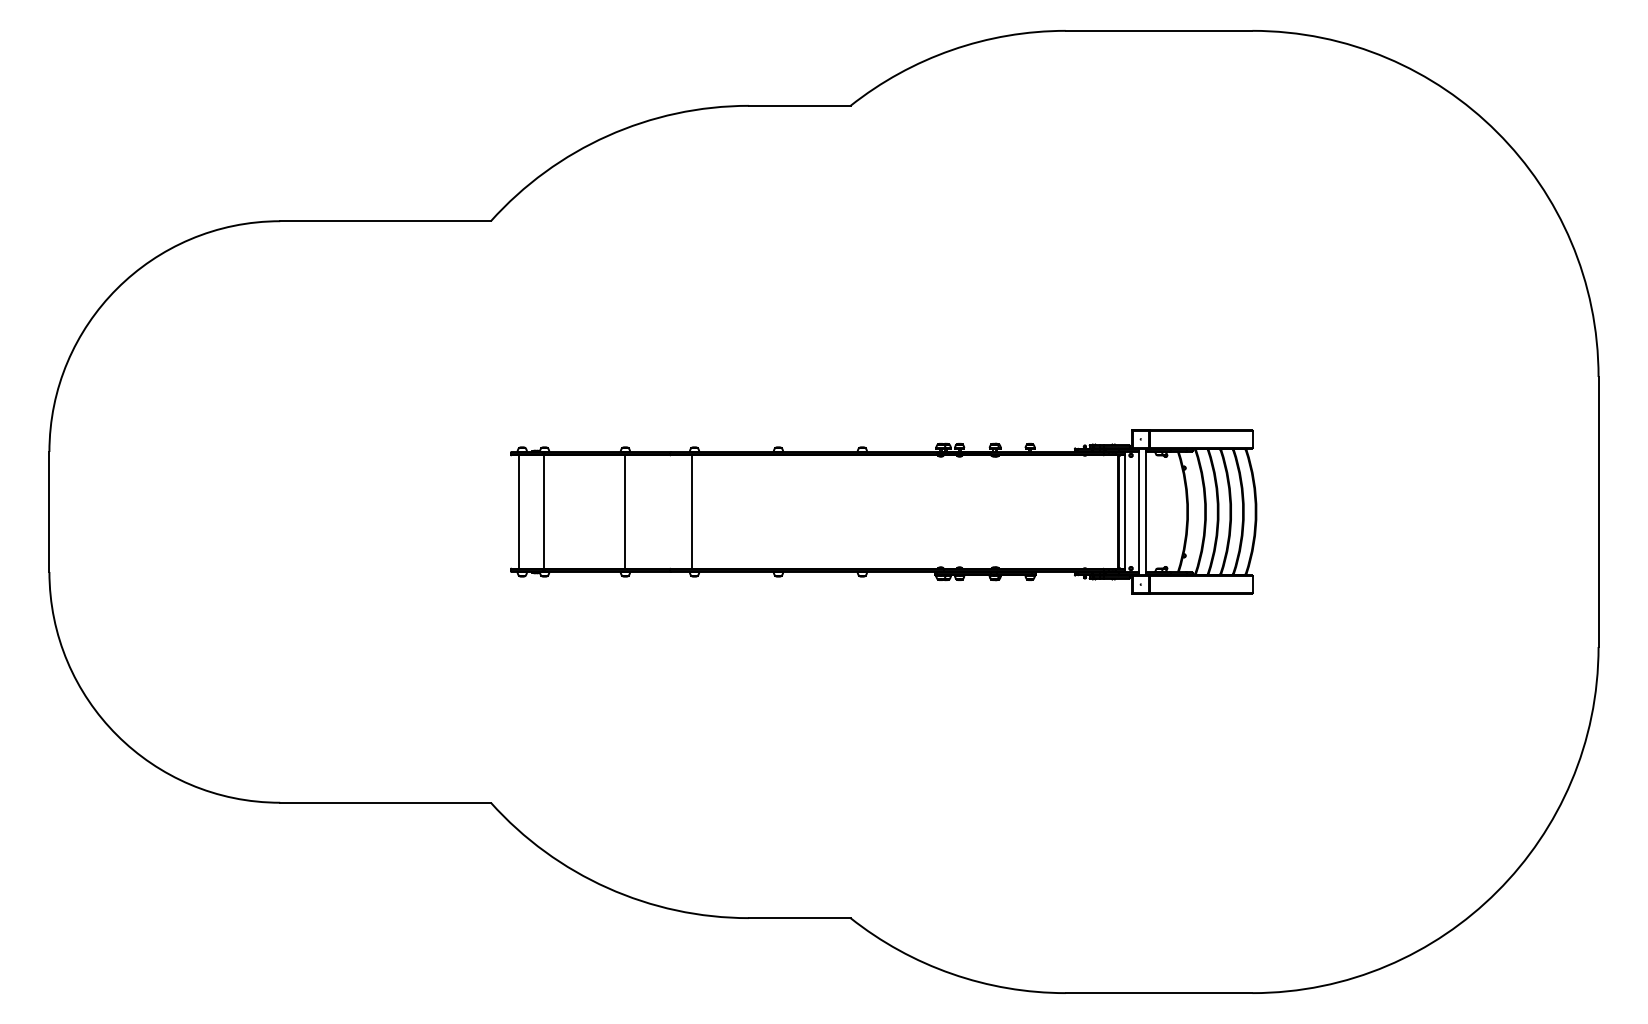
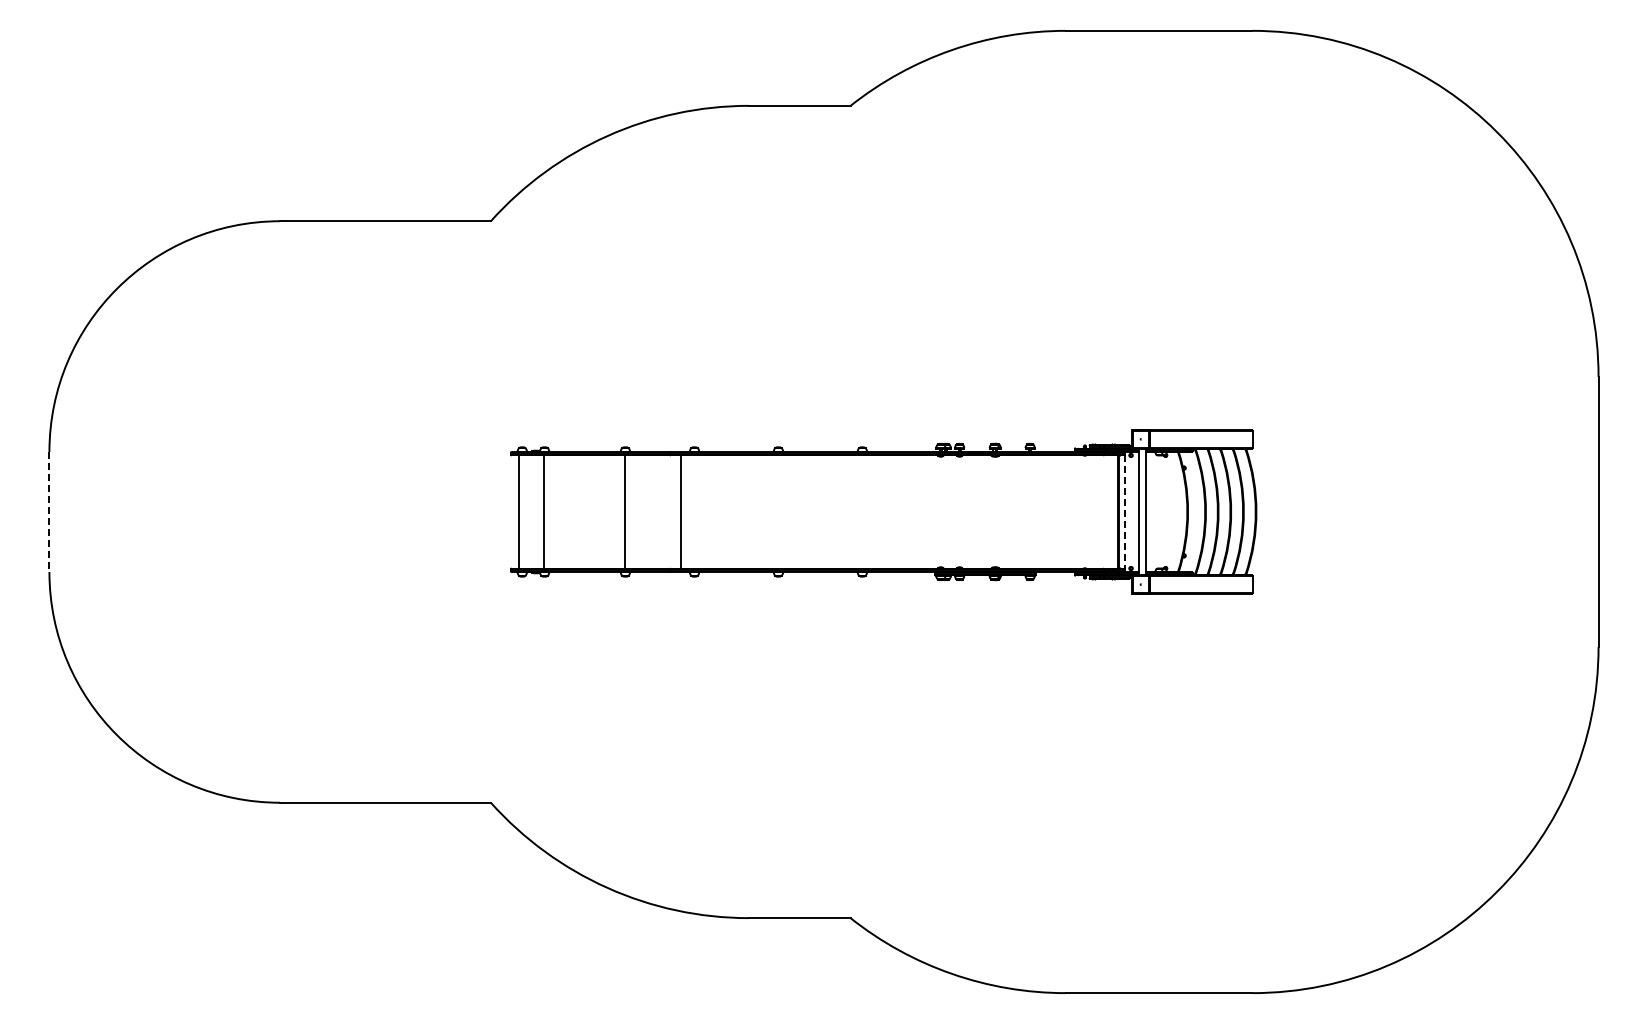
line at (49, 511): solid -> dashed
line at (692, 511) position: (692, 511) -> (681, 511)
line at (1125, 512): solid -> dashed
